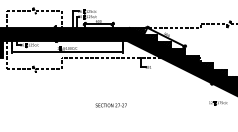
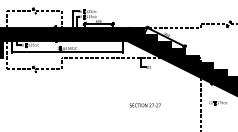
line at (201, 102): none -> present
text at (110, 105) position: (110, 105) -> (144, 105)
